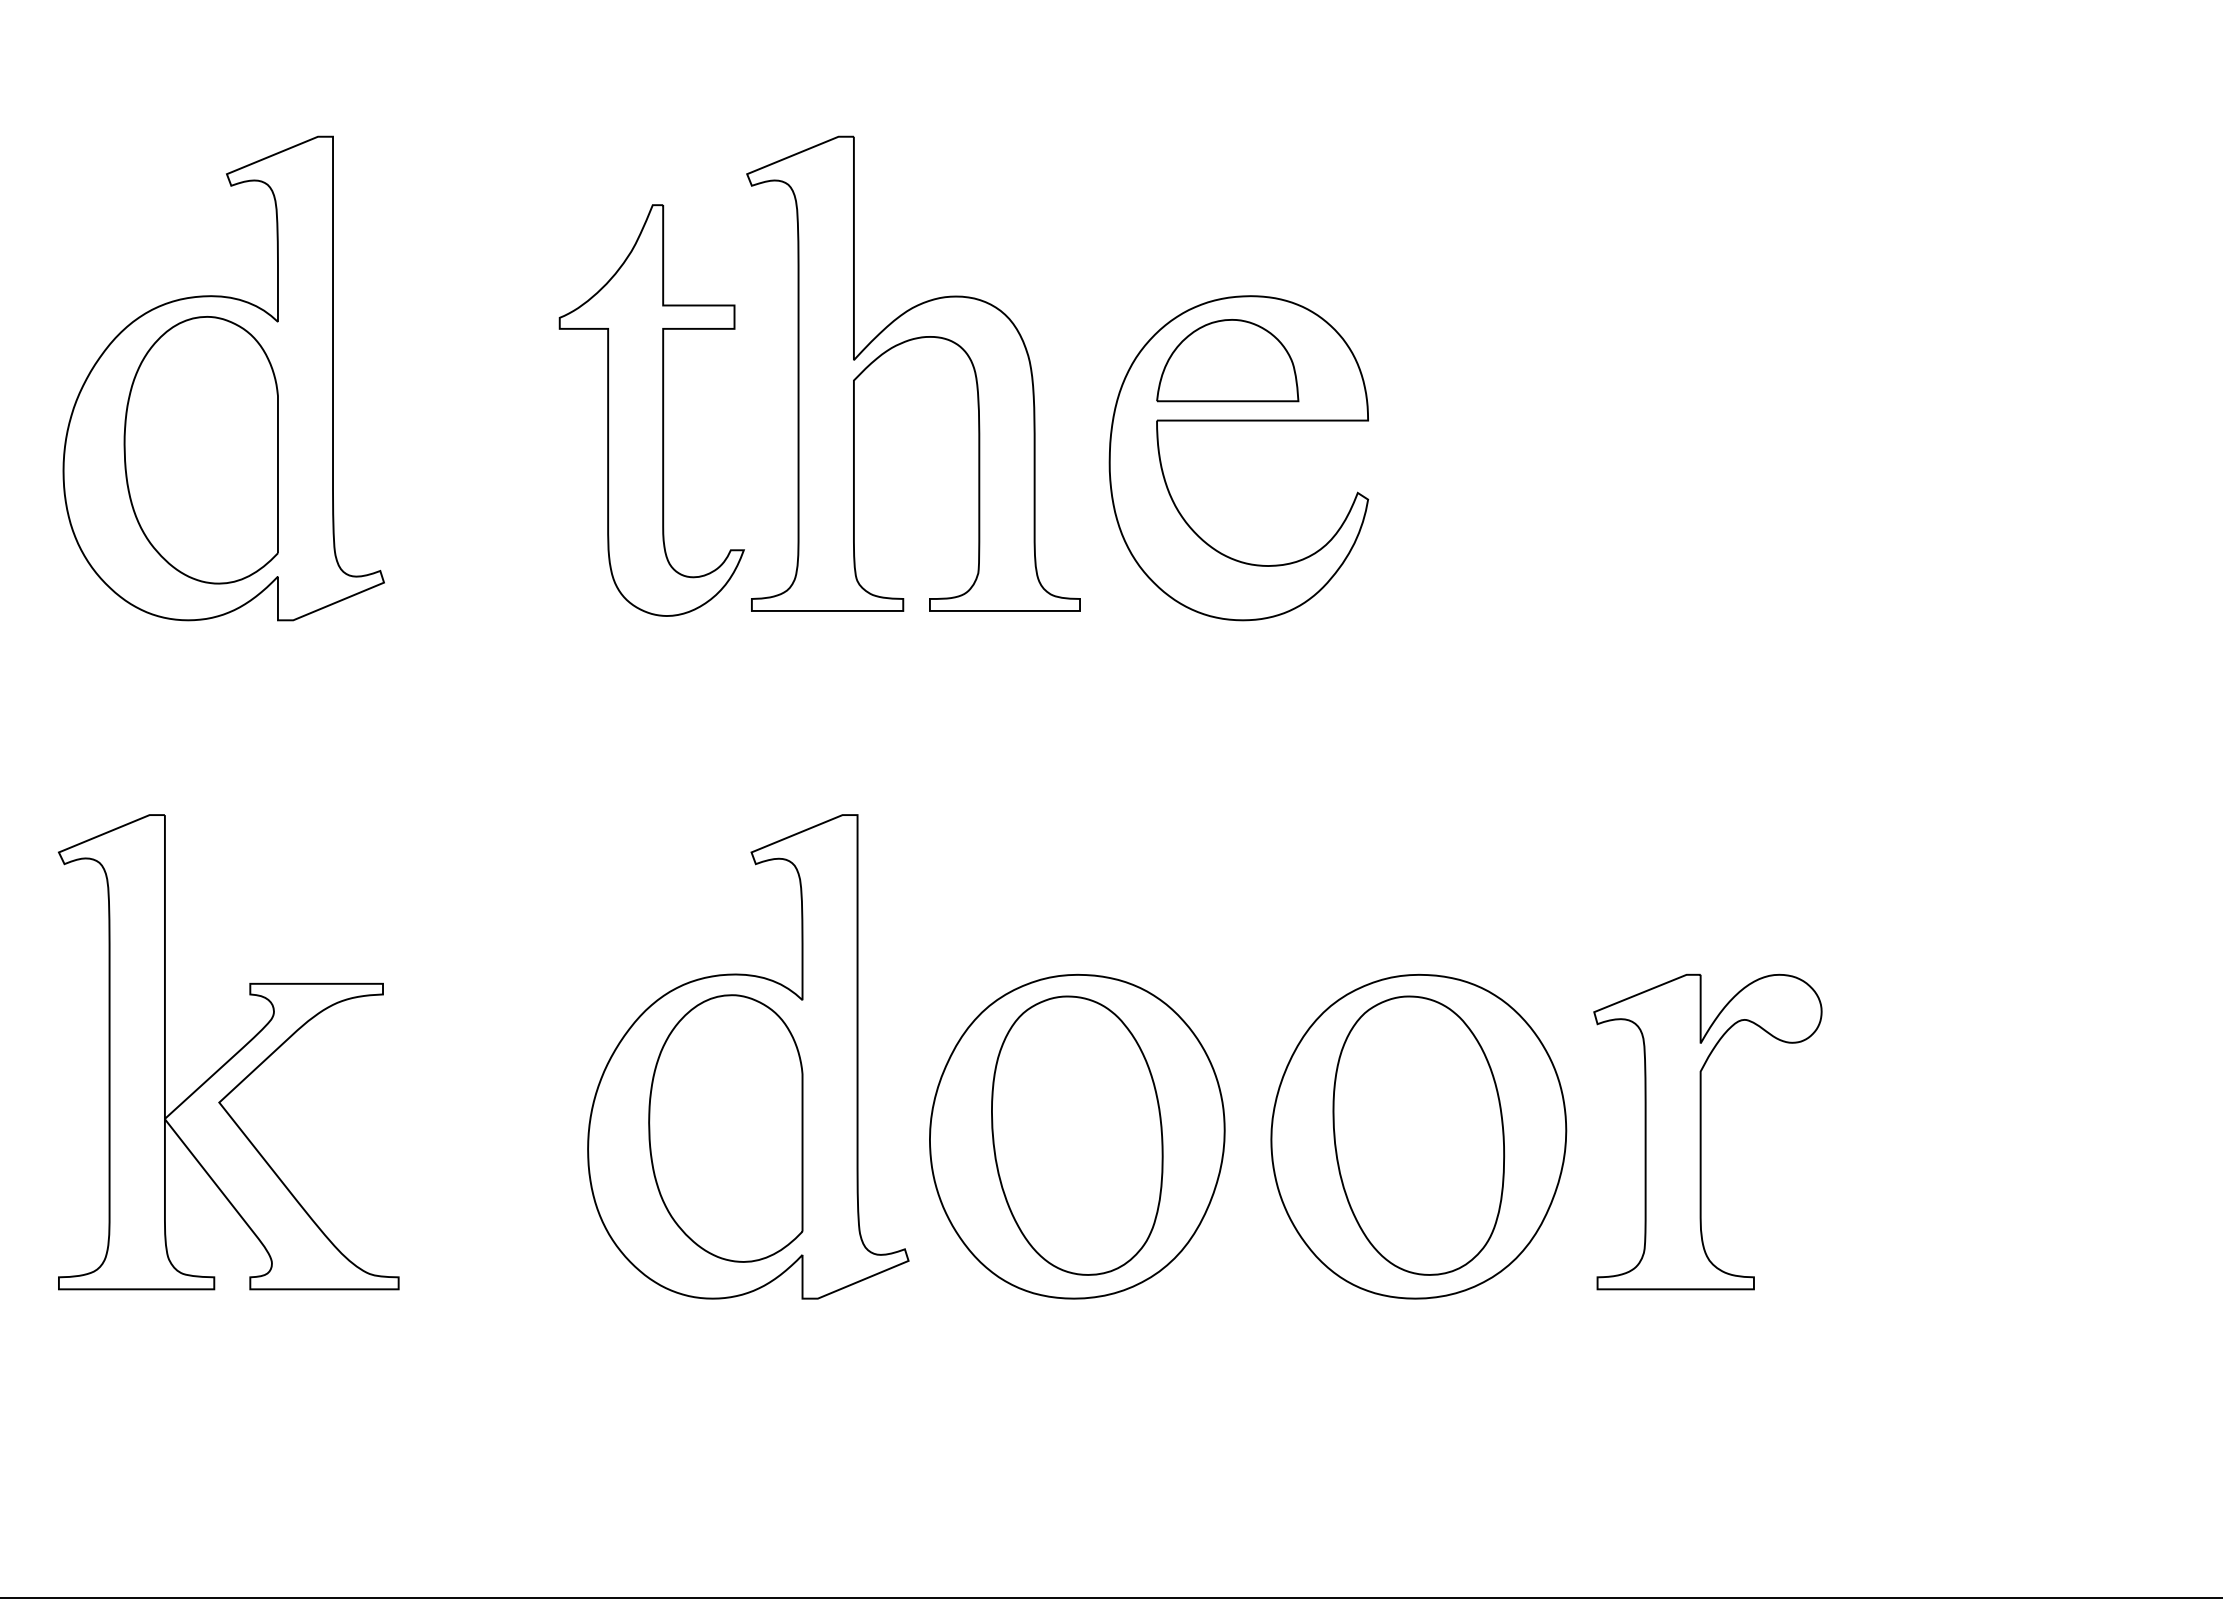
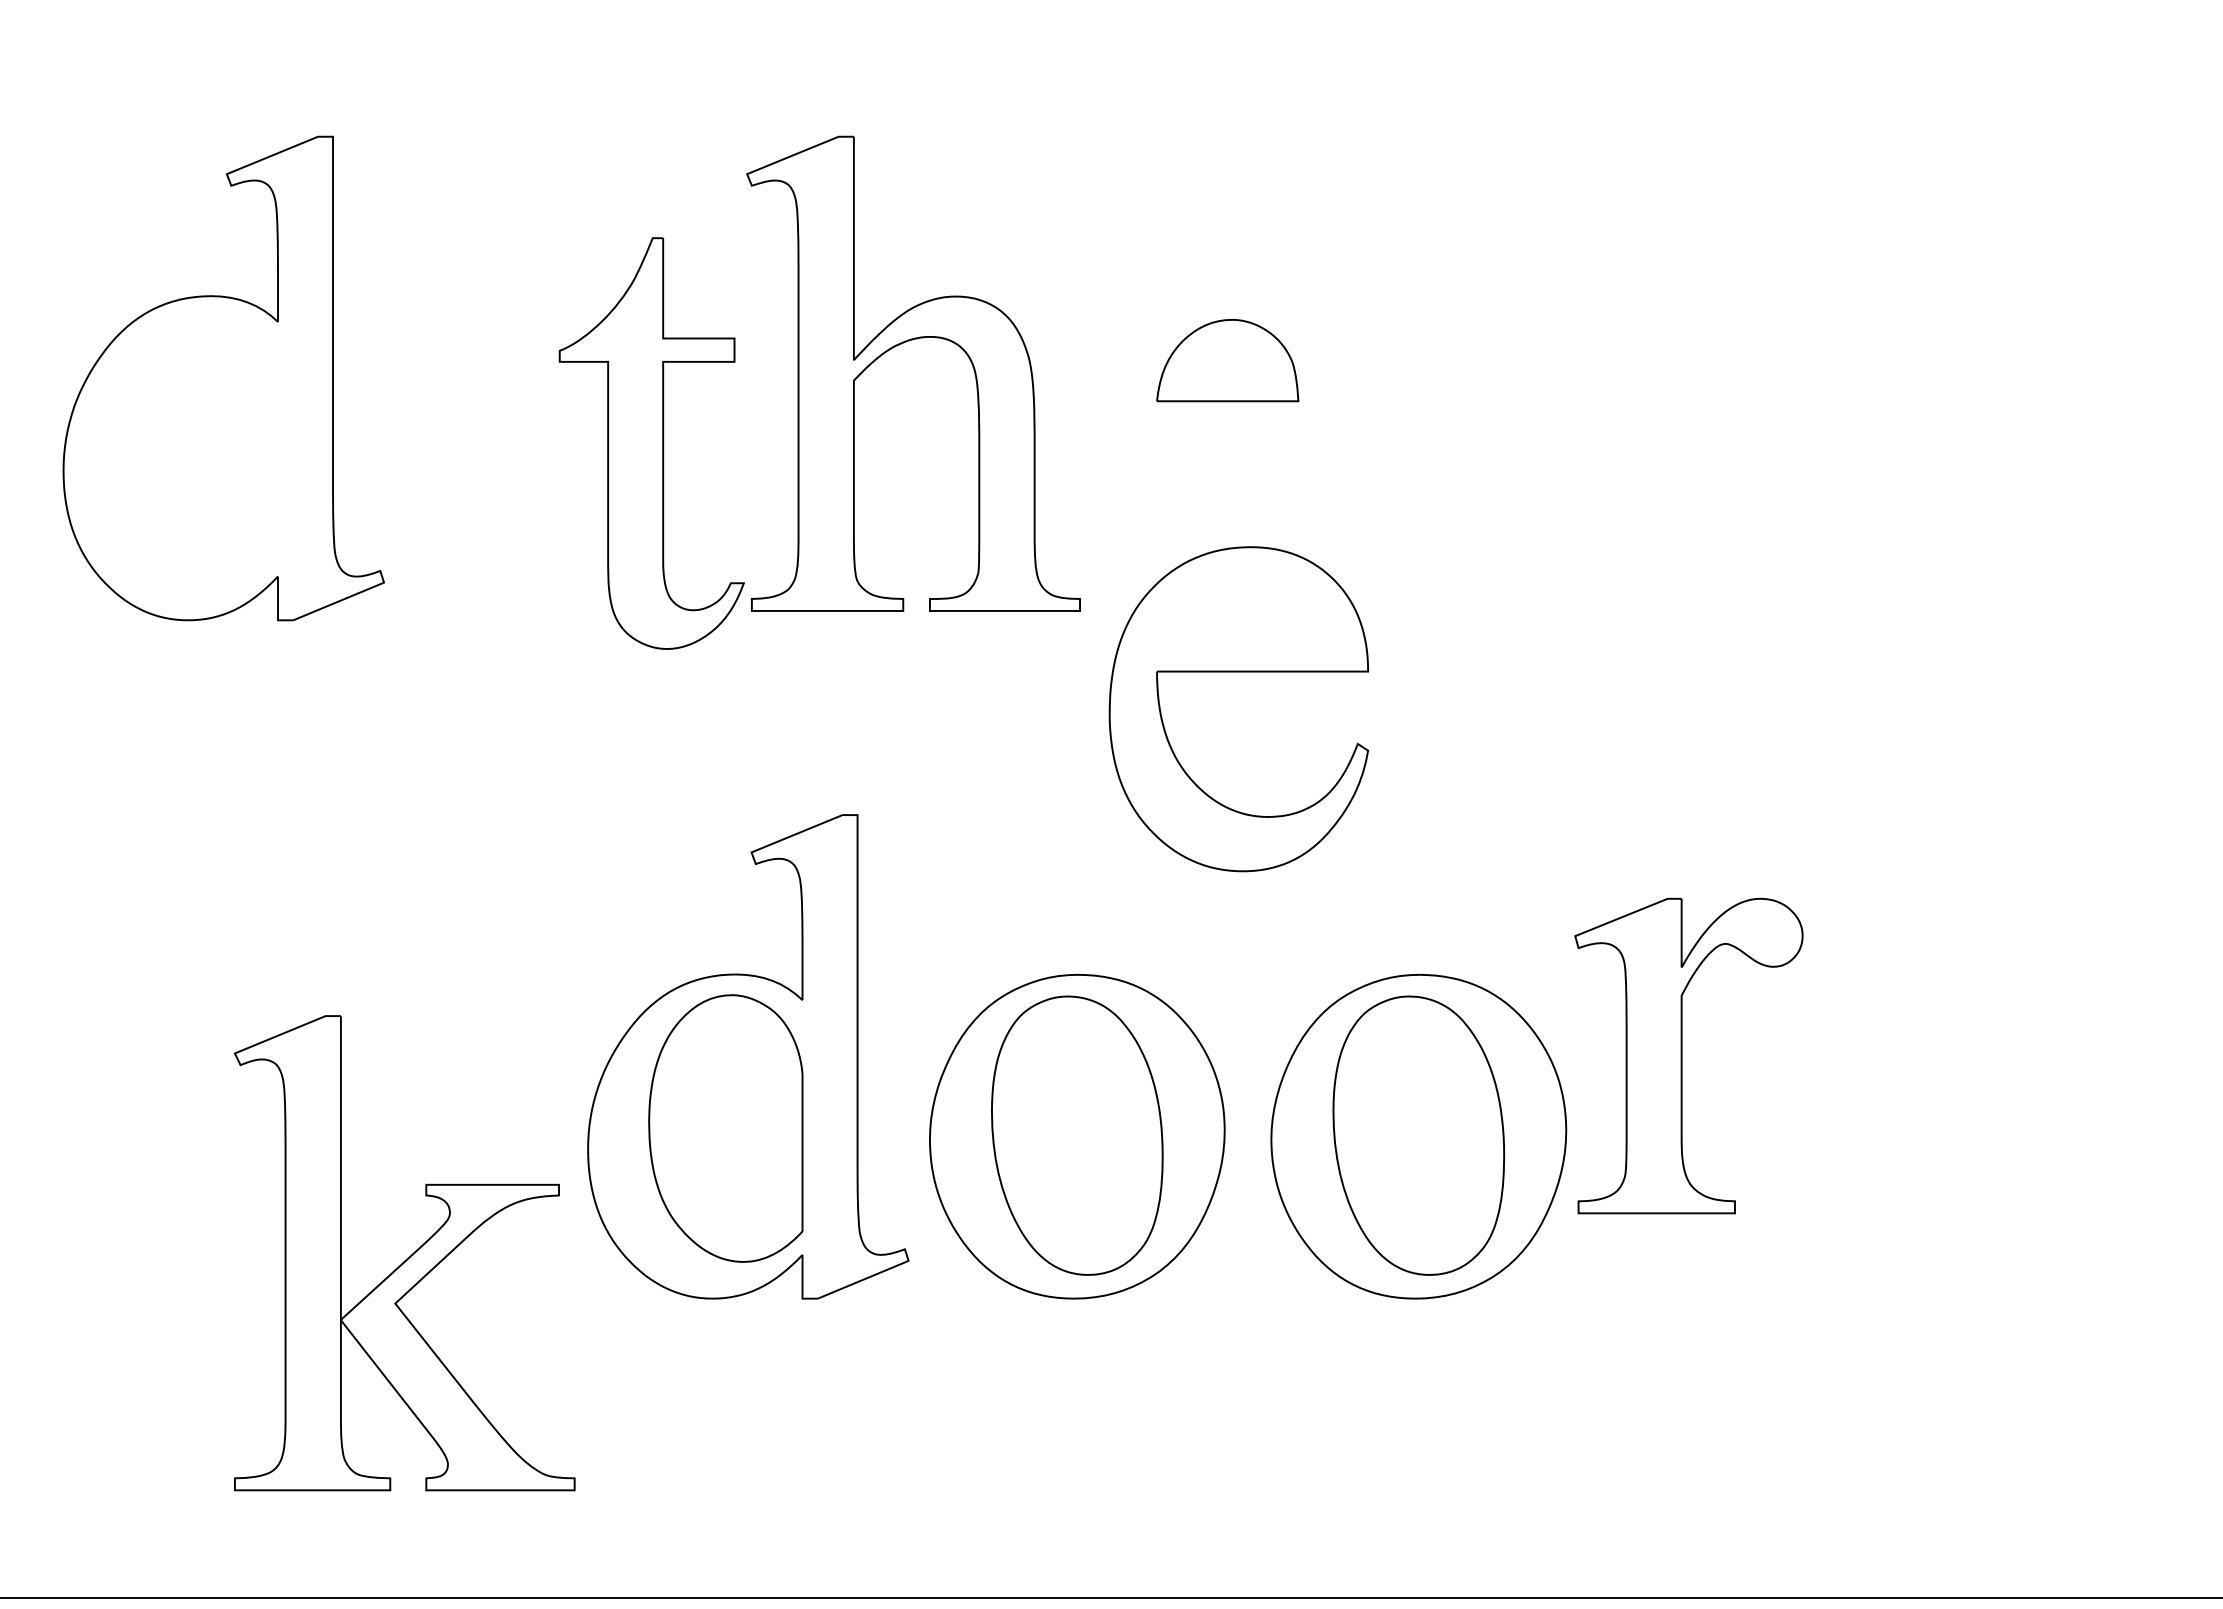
part at (651, 410) position: (651, 410) -> (651, 443)
part at (1238, 421) position: (1238, 421) -> (1238, 672)
part at (200, 450): present -> none
part at (228, 1052) position: (228, 1052) -> (404, 1253)
part at (1707, 1131) position: (1707, 1131) -> (1688, 1055)
